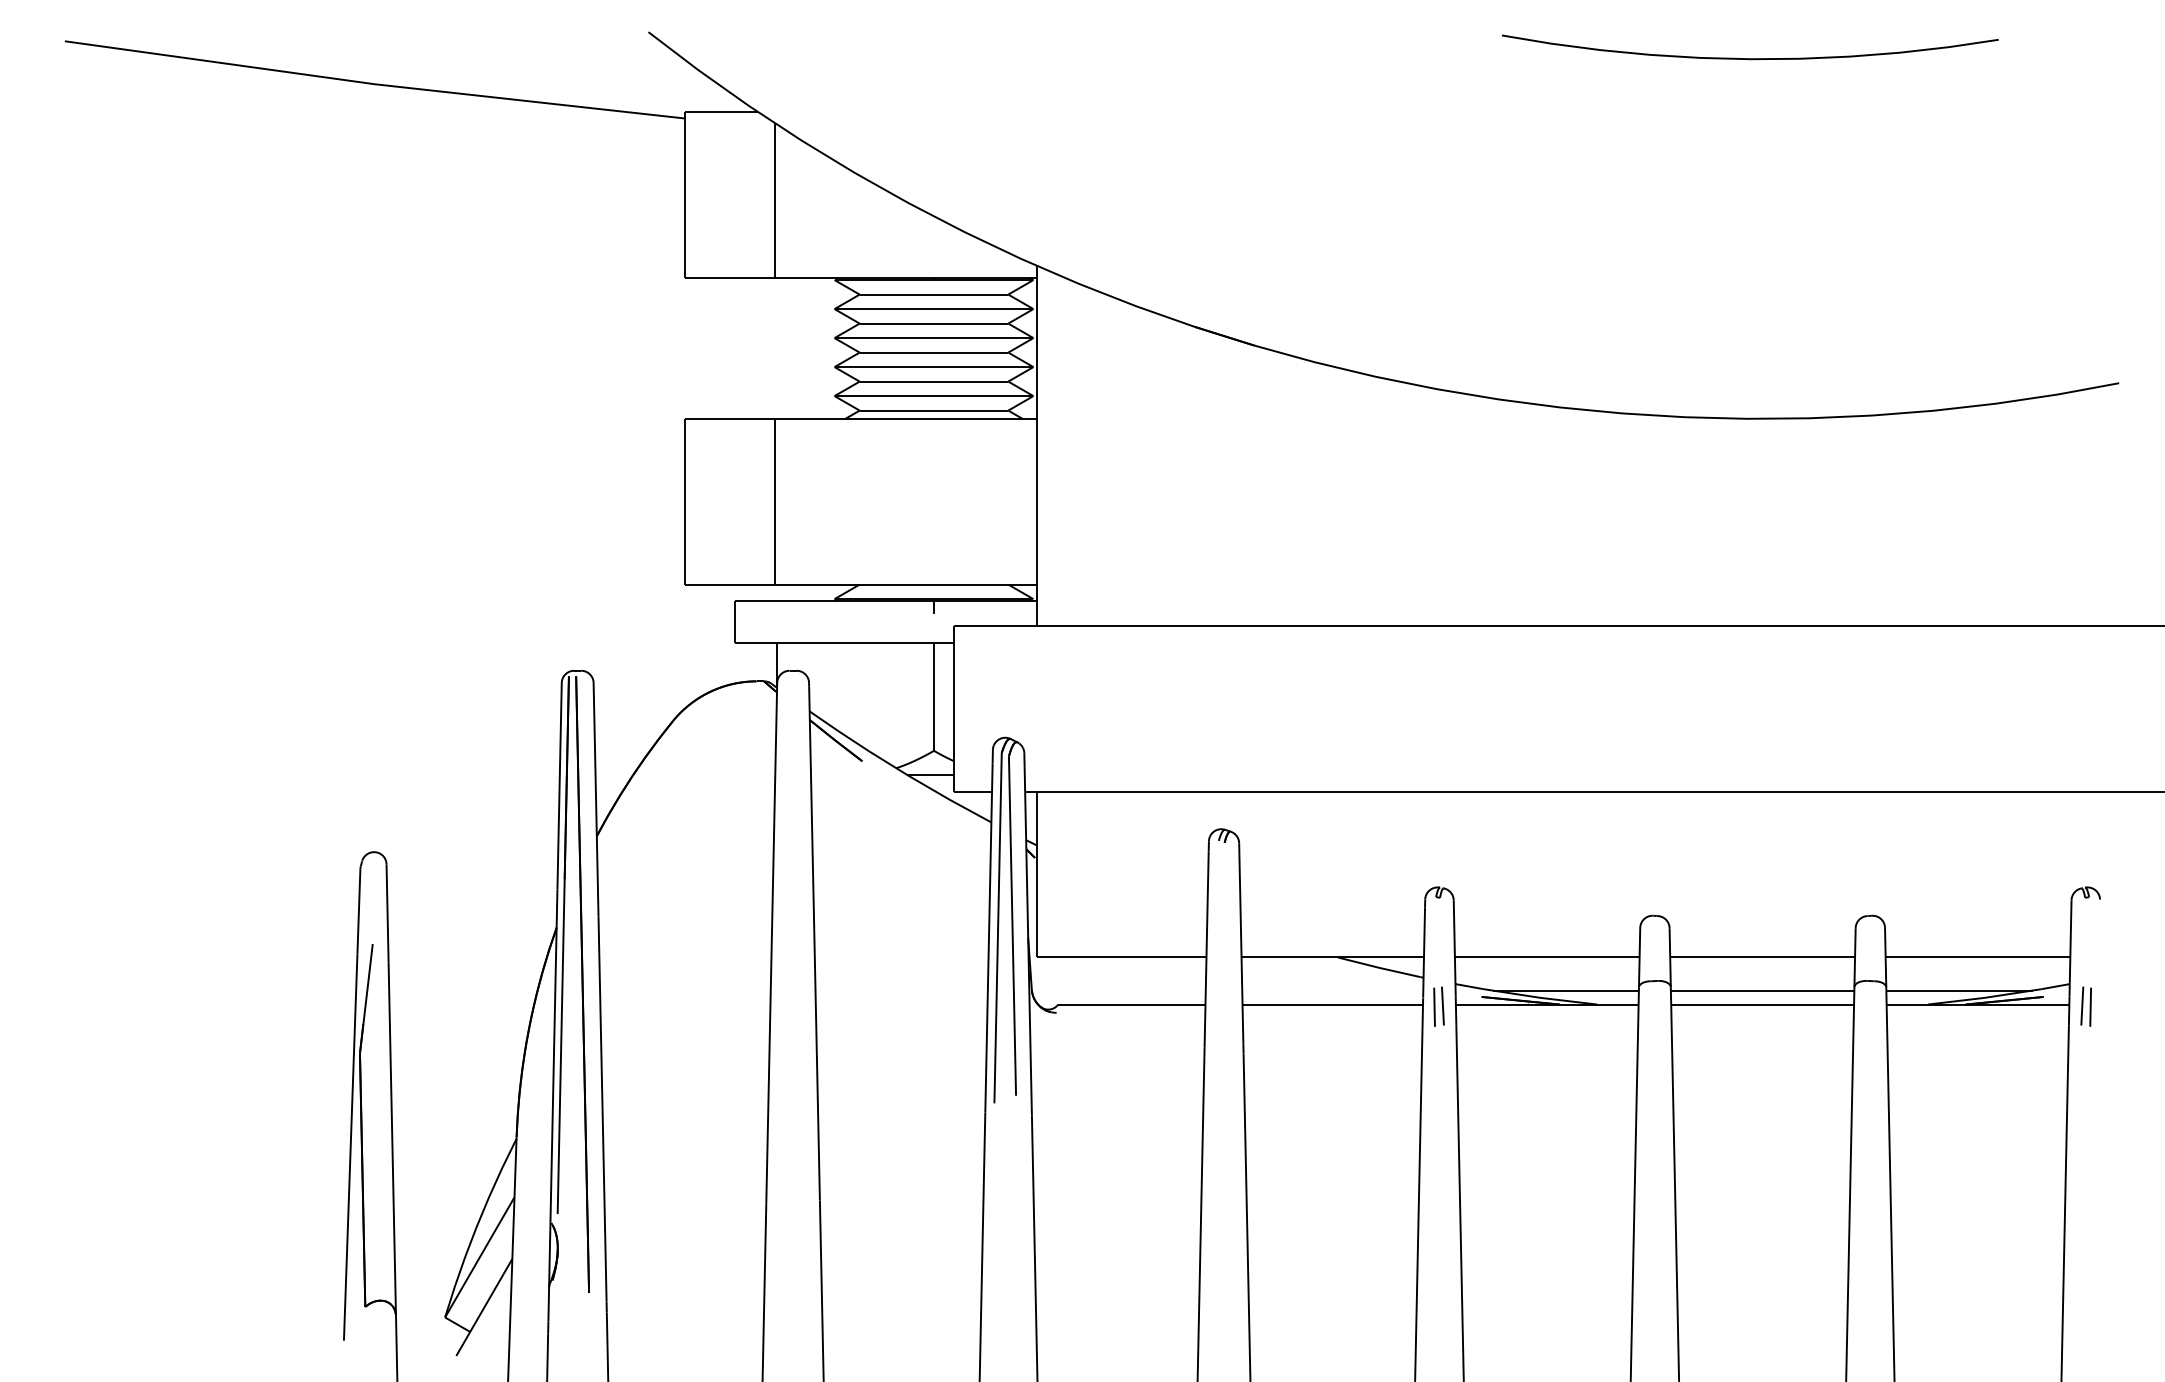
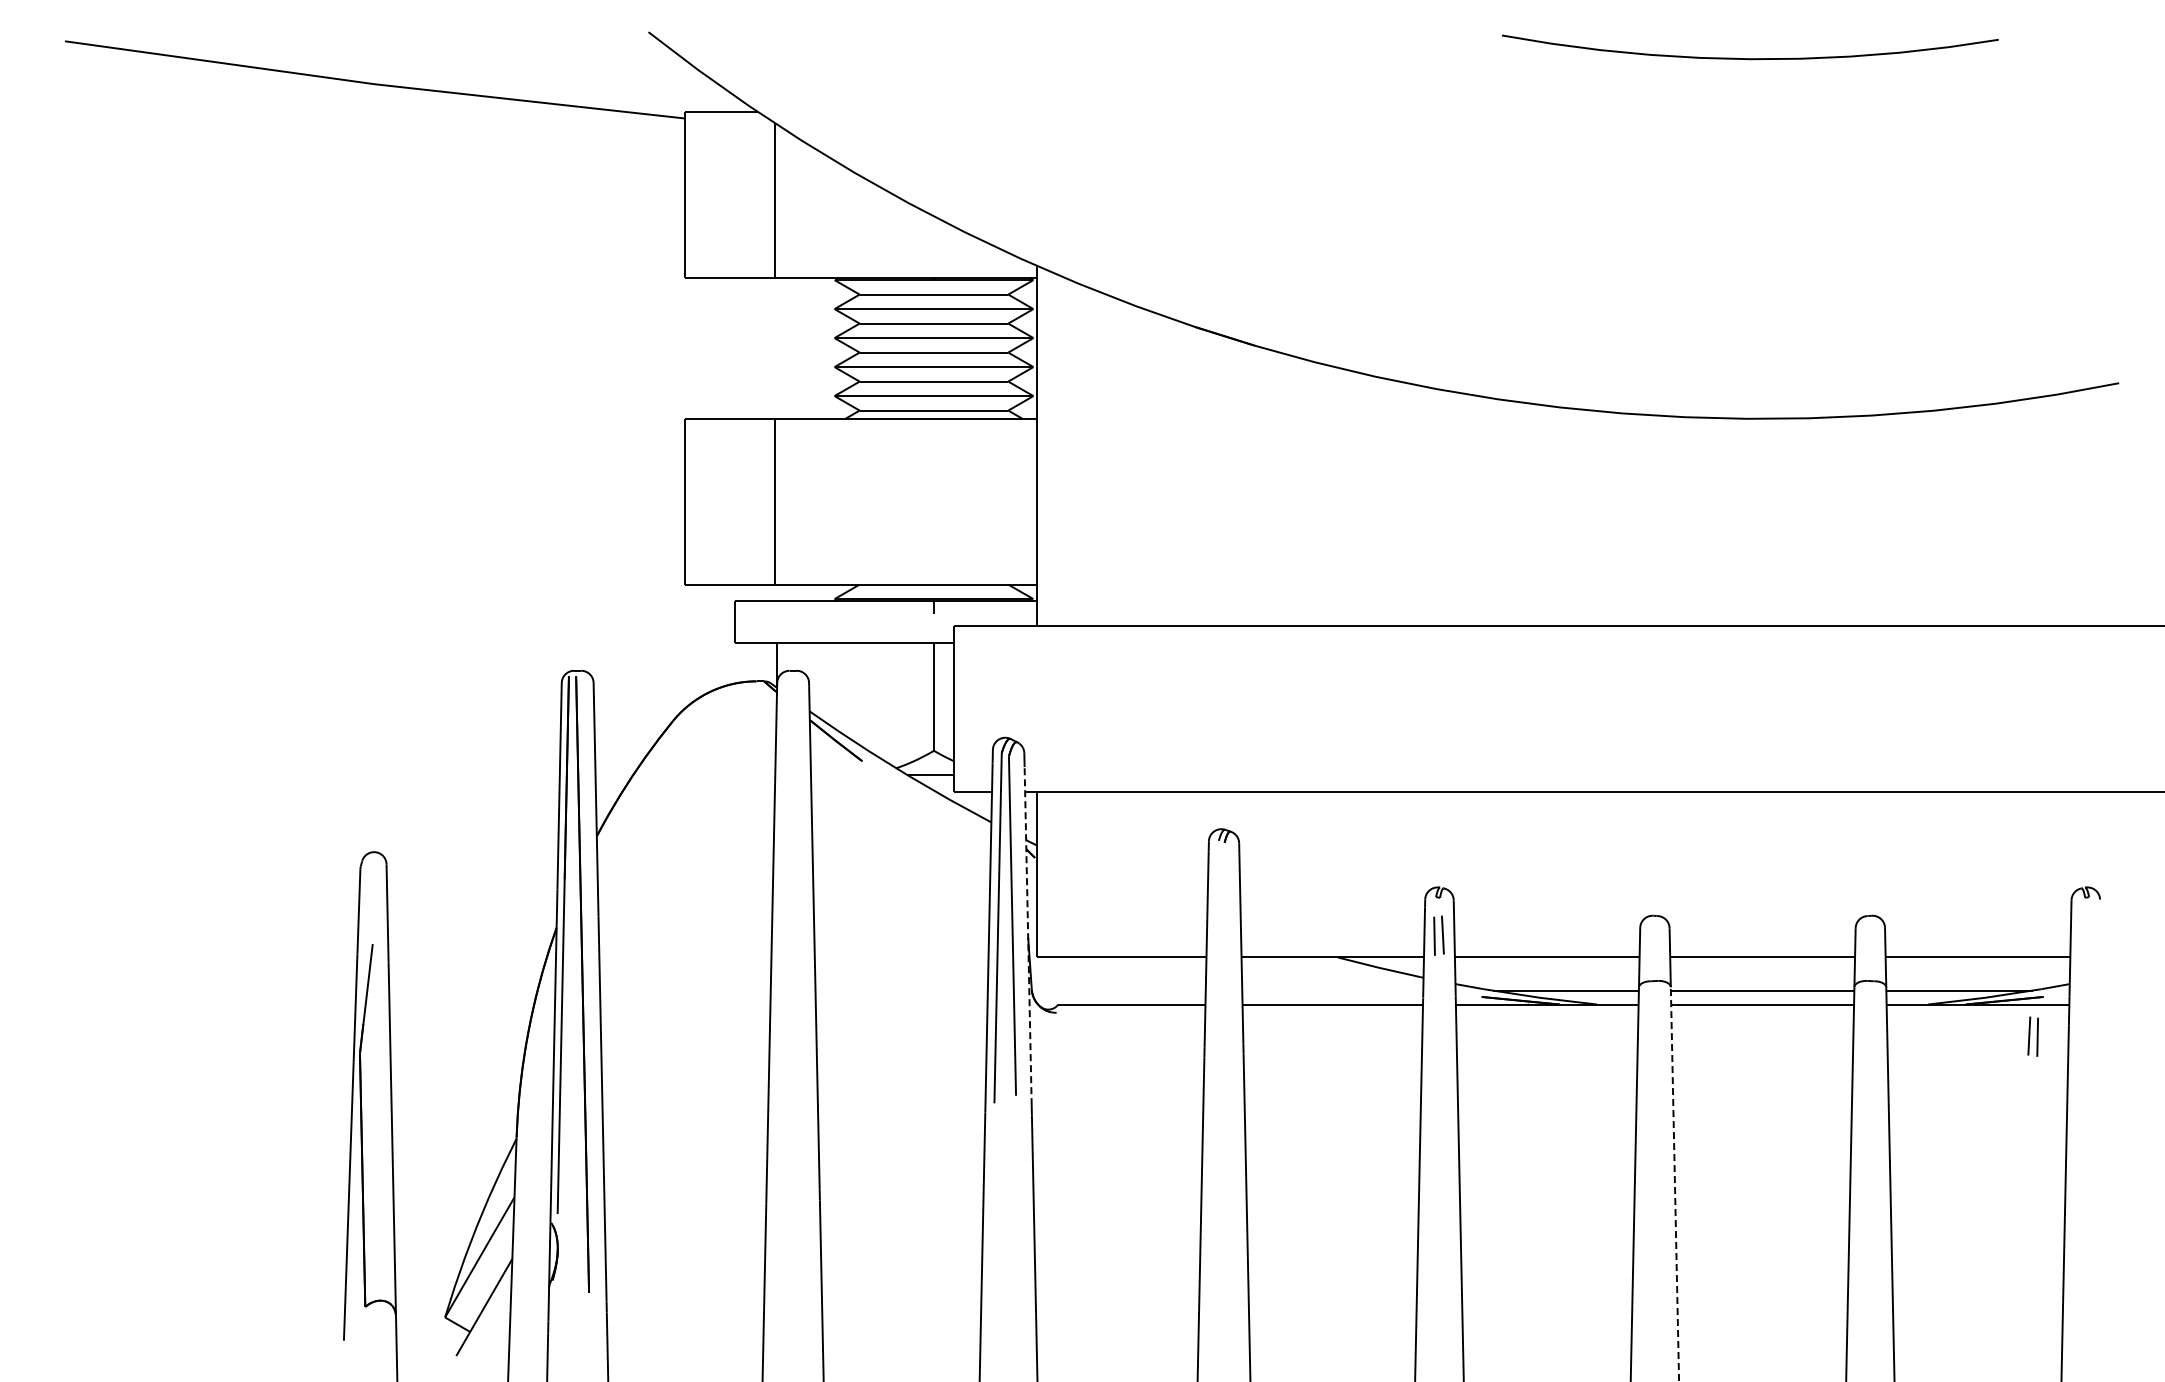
line at (1028, 935): solid -> dashed
part at (1438, 1006) position: (1438, 1006) -> (1438, 935)
part at (2085, 1006) position: (2085, 1006) -> (2032, 1036)
line at (1674, 1184): solid -> dashed
